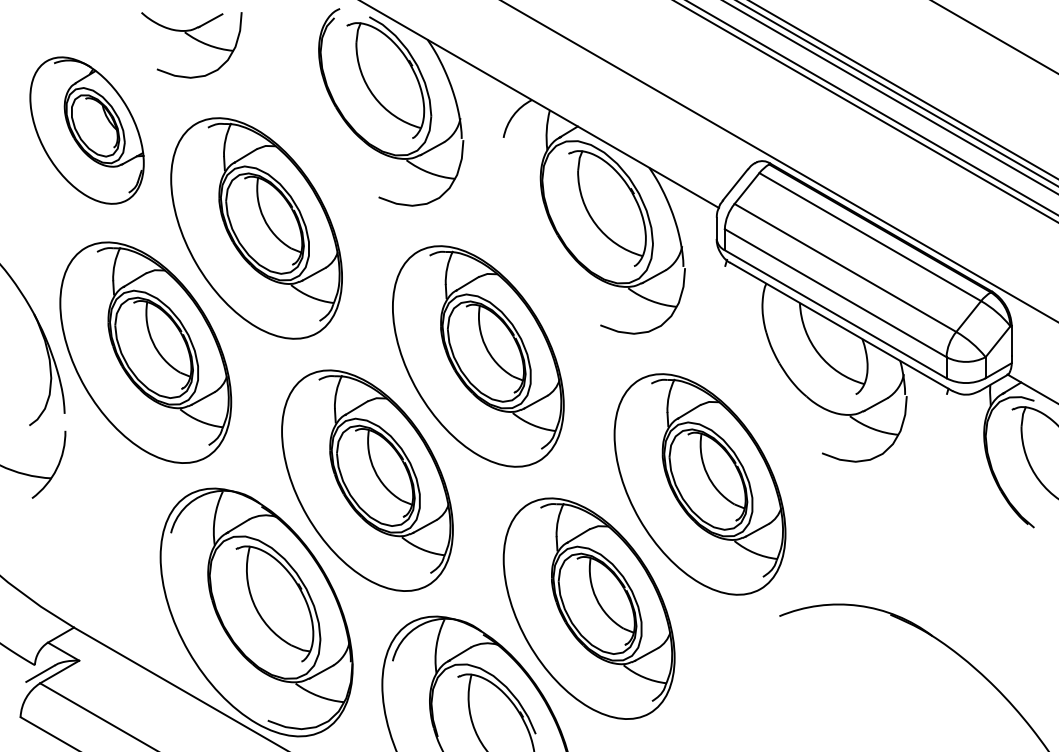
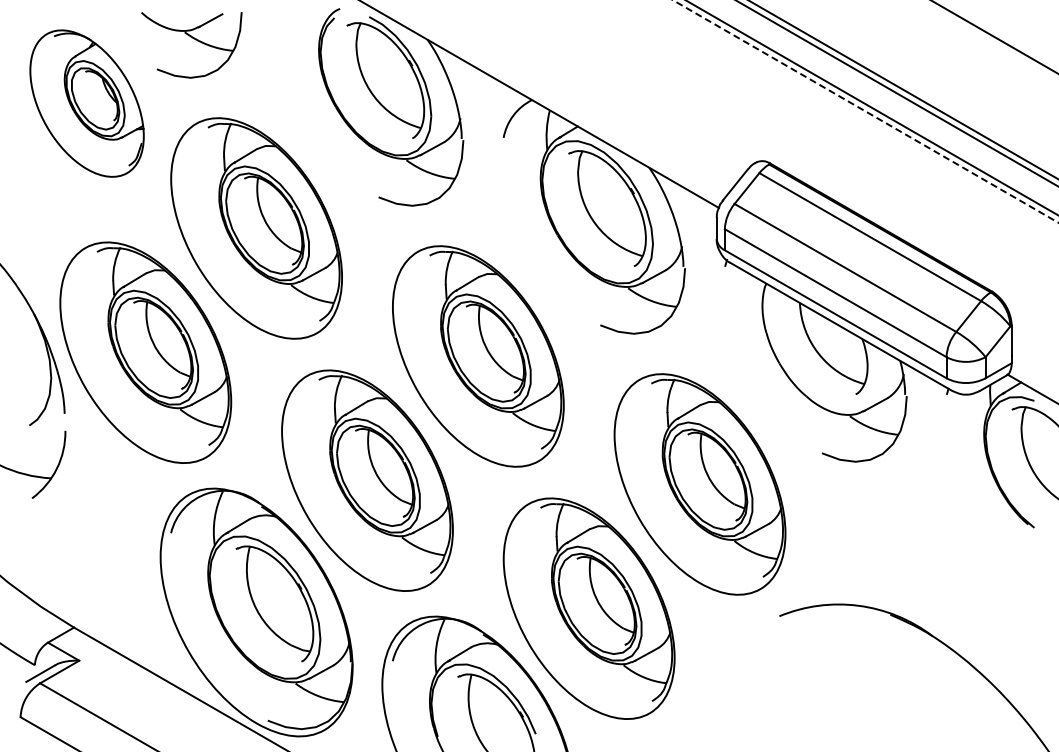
line at (890, 97): present -> none
line at (866, 111): solid -> dashed
part at (86, 130) position: (86, 130) -> (86, 103)
line at (779, 161): present -> none
